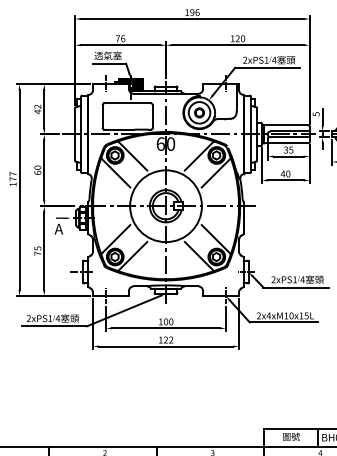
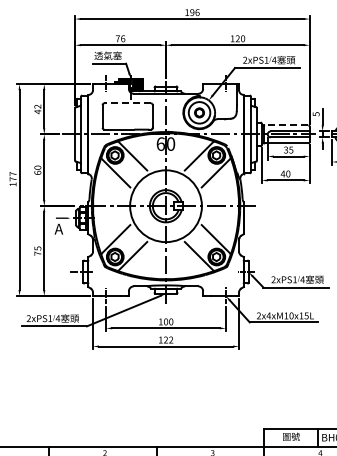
line at (127, 103): solid -> dashed
line at (285, 125): solid -> dashed
